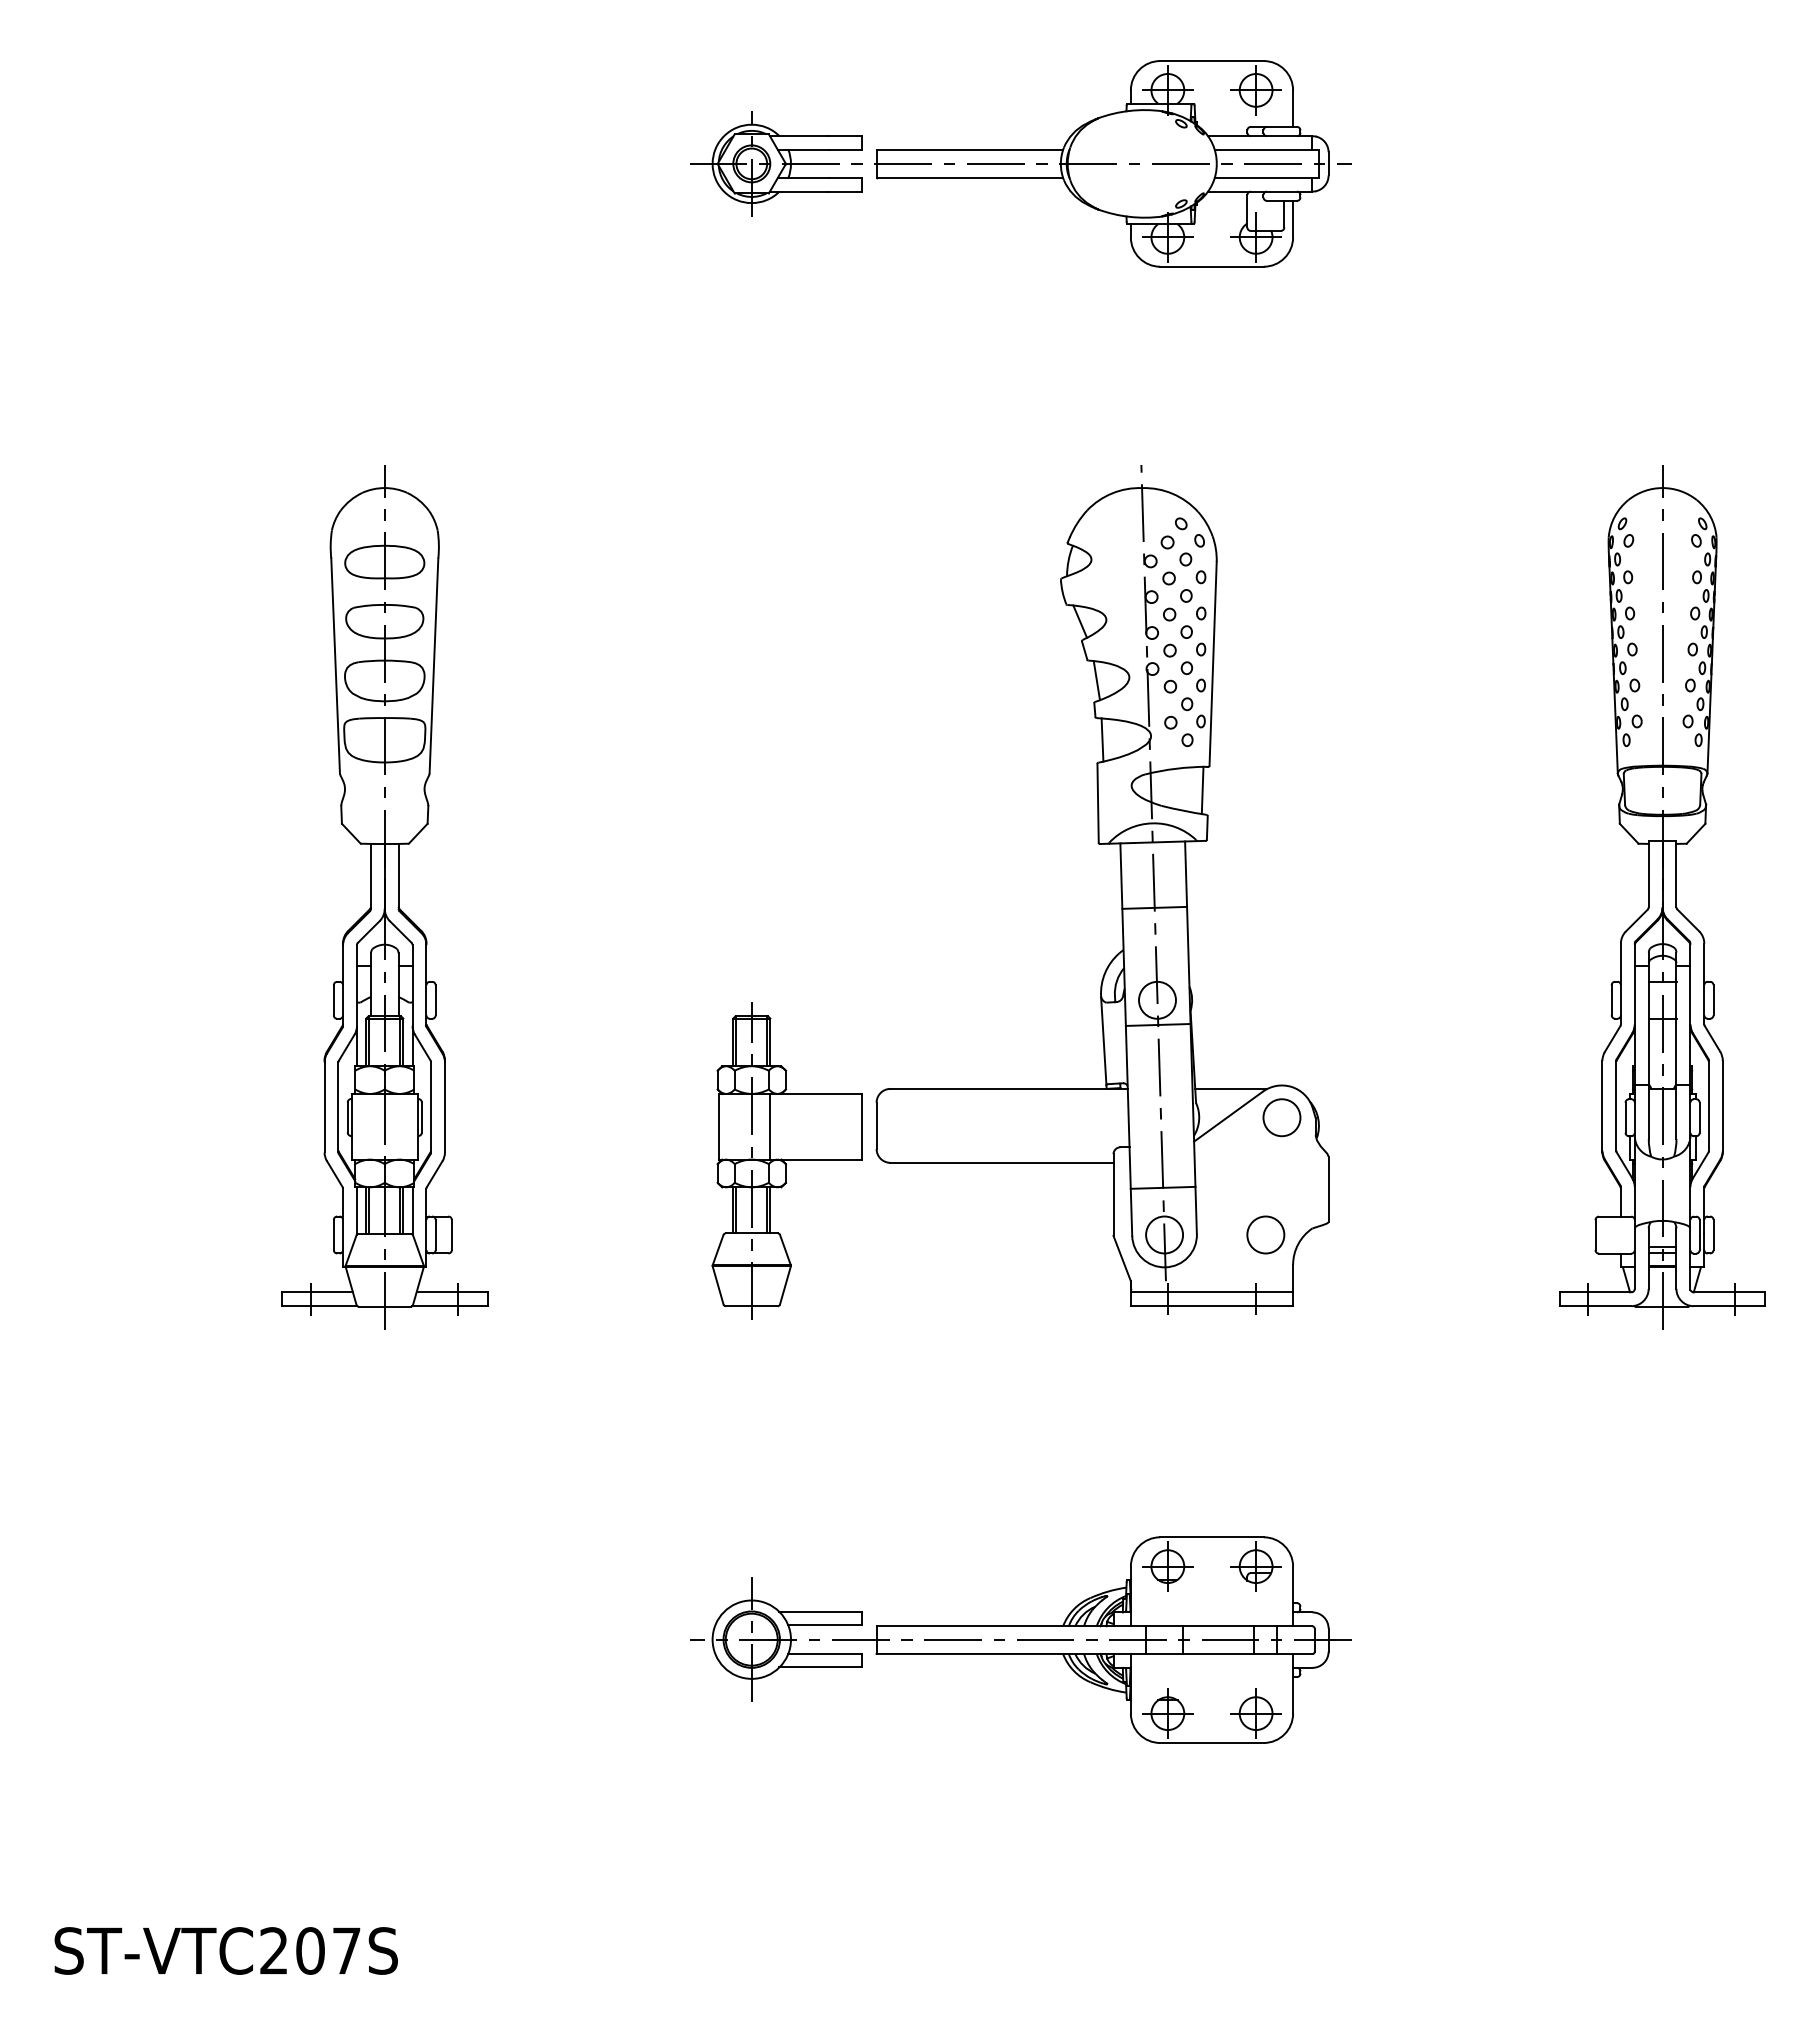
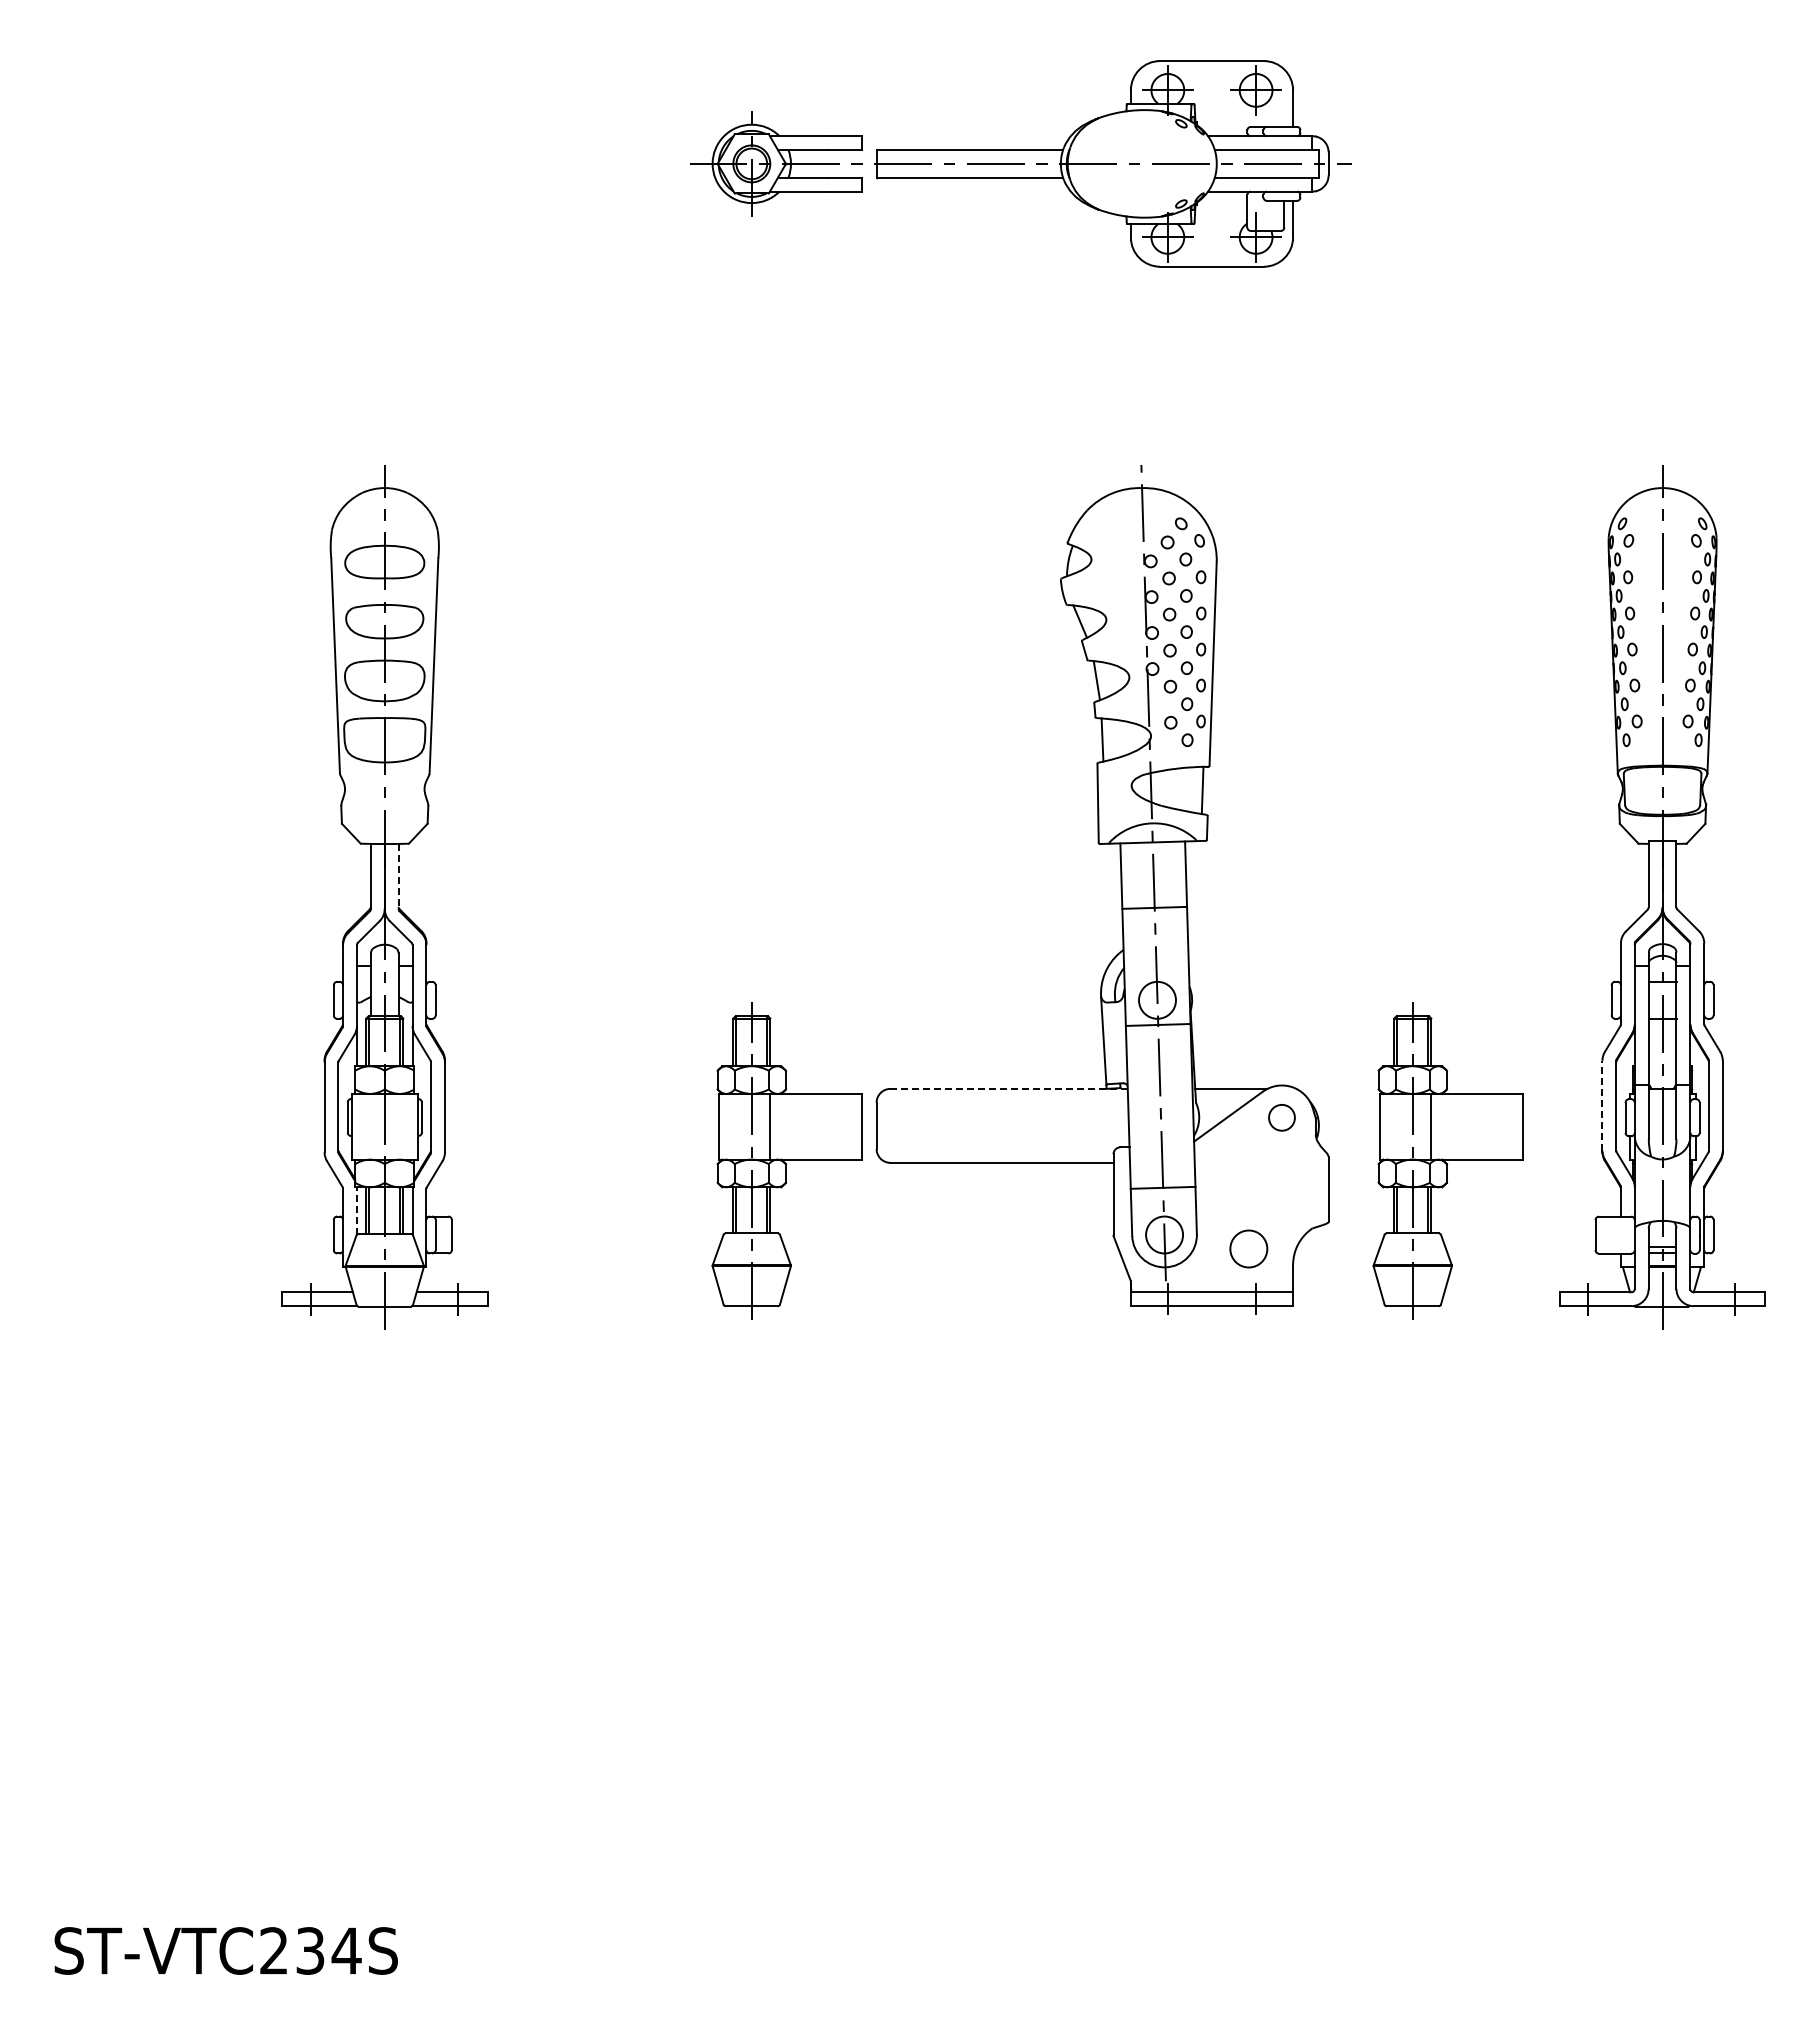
line at (398, 876): solid -> dashed
line at (1009, 1088): solid -> dashed
line at (1602, 1105): solid -> dashed
circle at (1281, 1117) size: 40x40 px -> 28x28 px
part at (1447, 1160): none -> present
line at (357, 1210): solid -> dashed
circle at (1265, 1234) position: (1265, 1234) -> (1248, 1248)
part at (1020, 1639): present -> none
text at (328, 1950): ST-VTC207S -> ST-VTC234S
